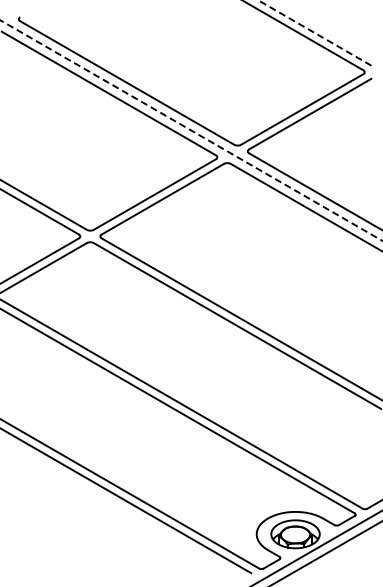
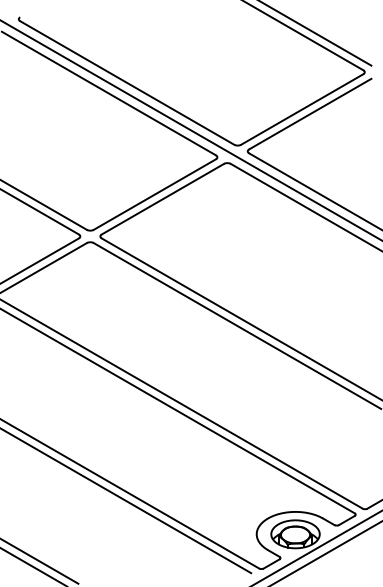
line at (314, 32): dashed -> solid
line at (191, 130): dashed -> solid
line at (40, 561): none -> present
line at (32, 566): none -> present
